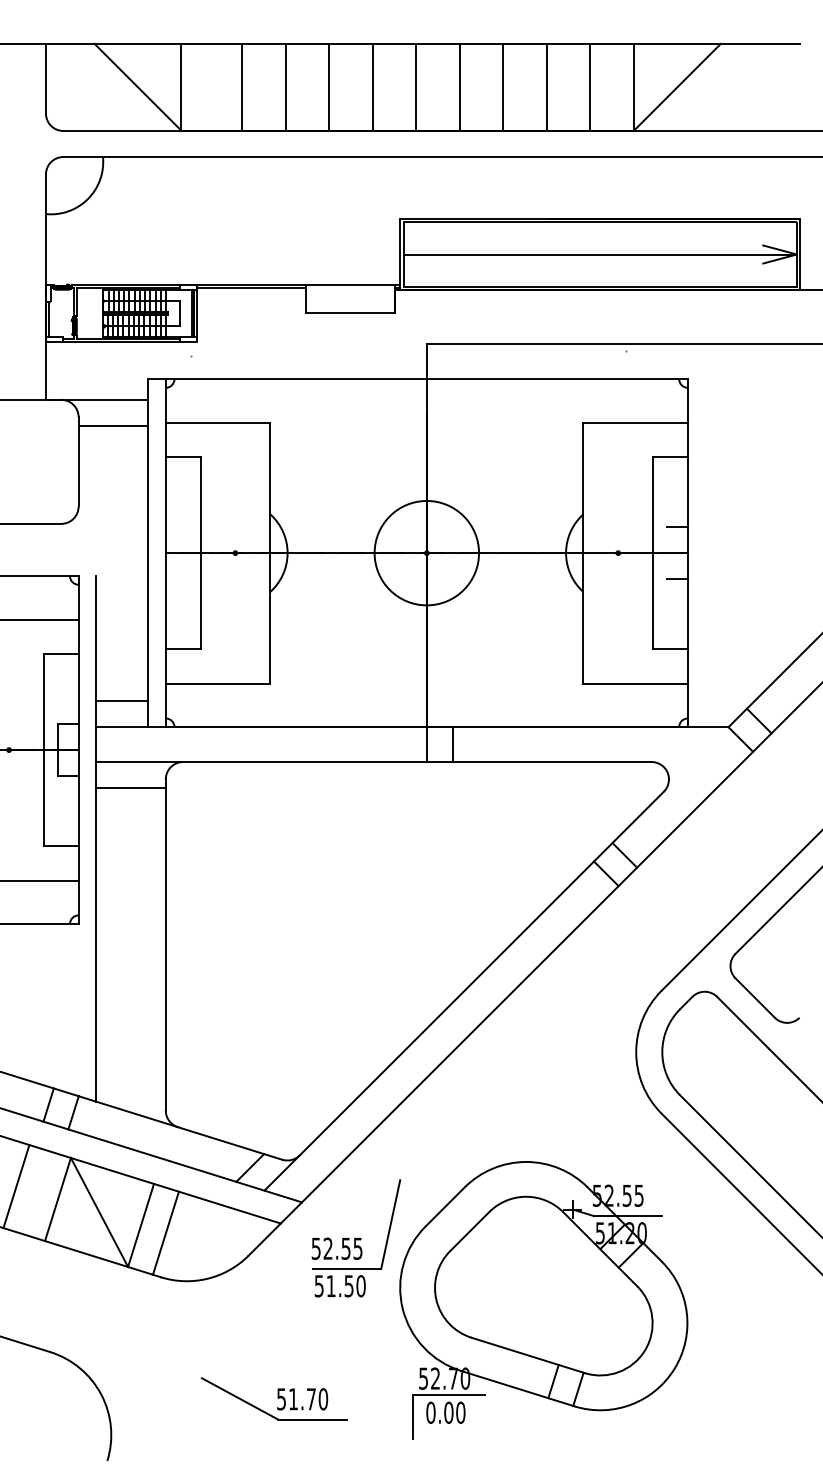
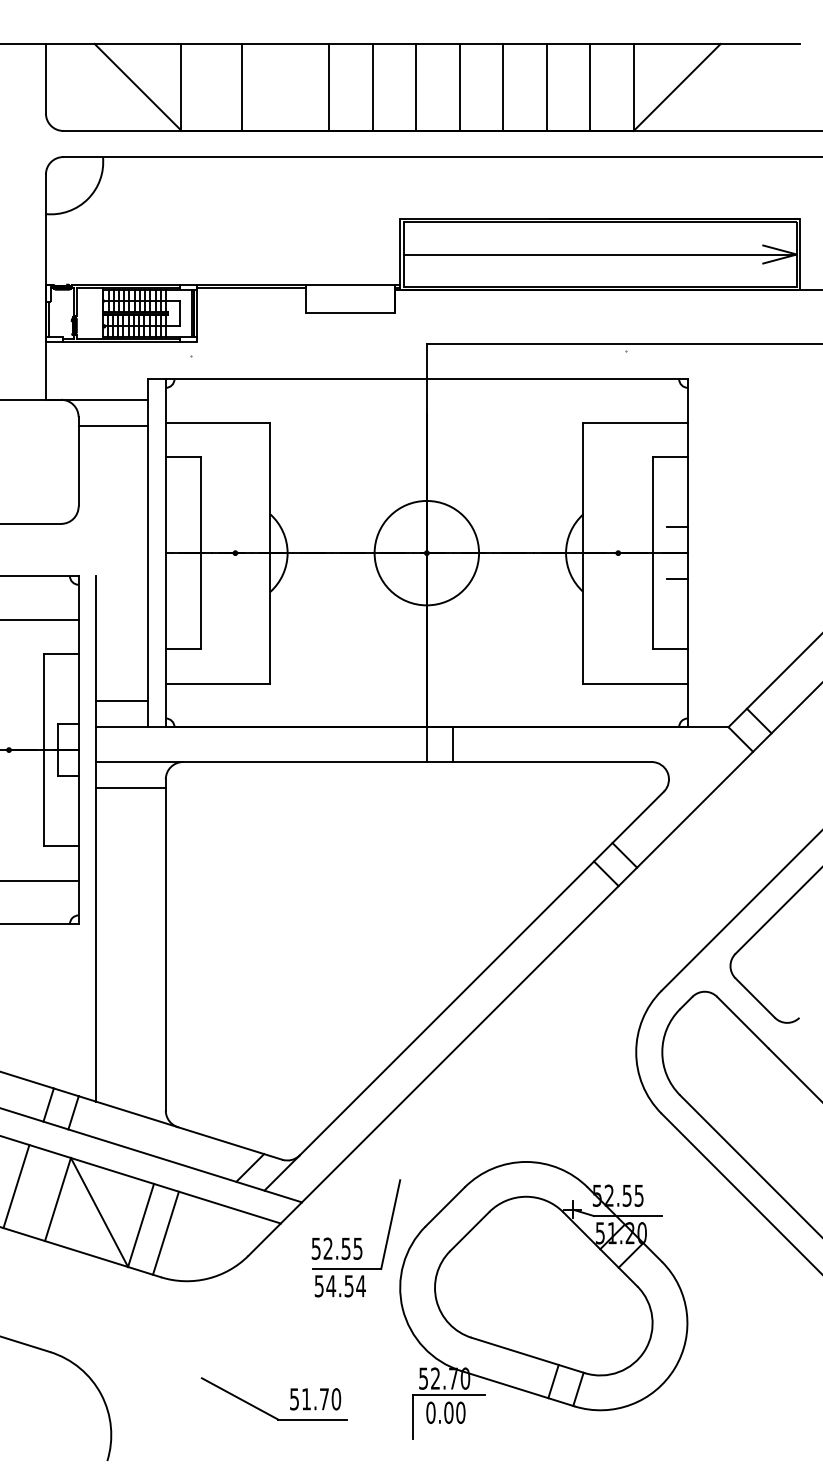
line at (285, 86): present -> none
text at (345, 1286): 51.50 -> 54.54
text at (302, 1399) position: (302, 1399) -> (315, 1399)
